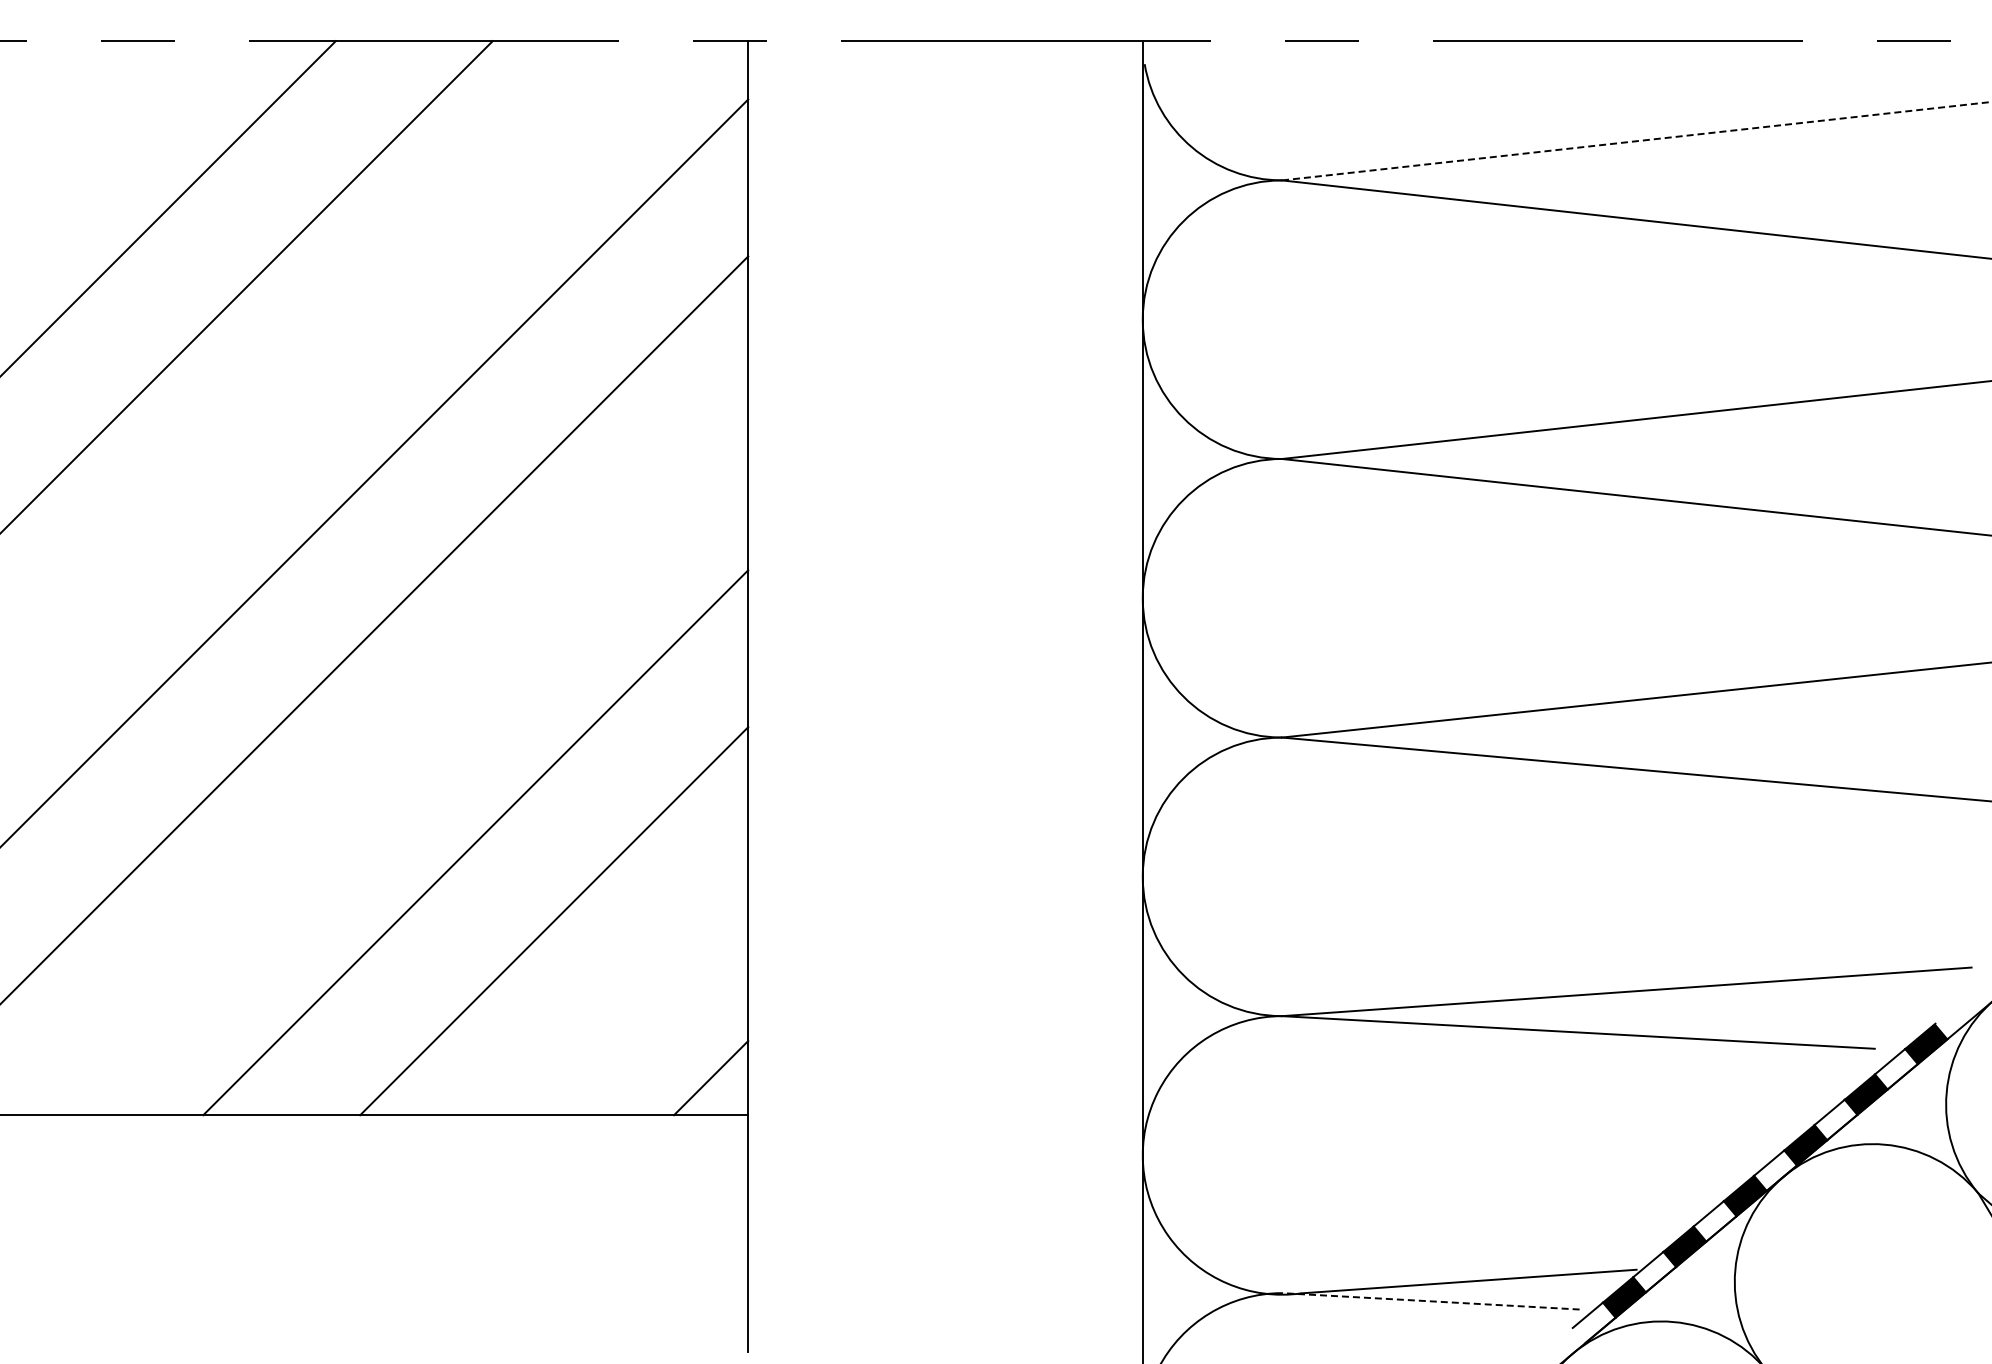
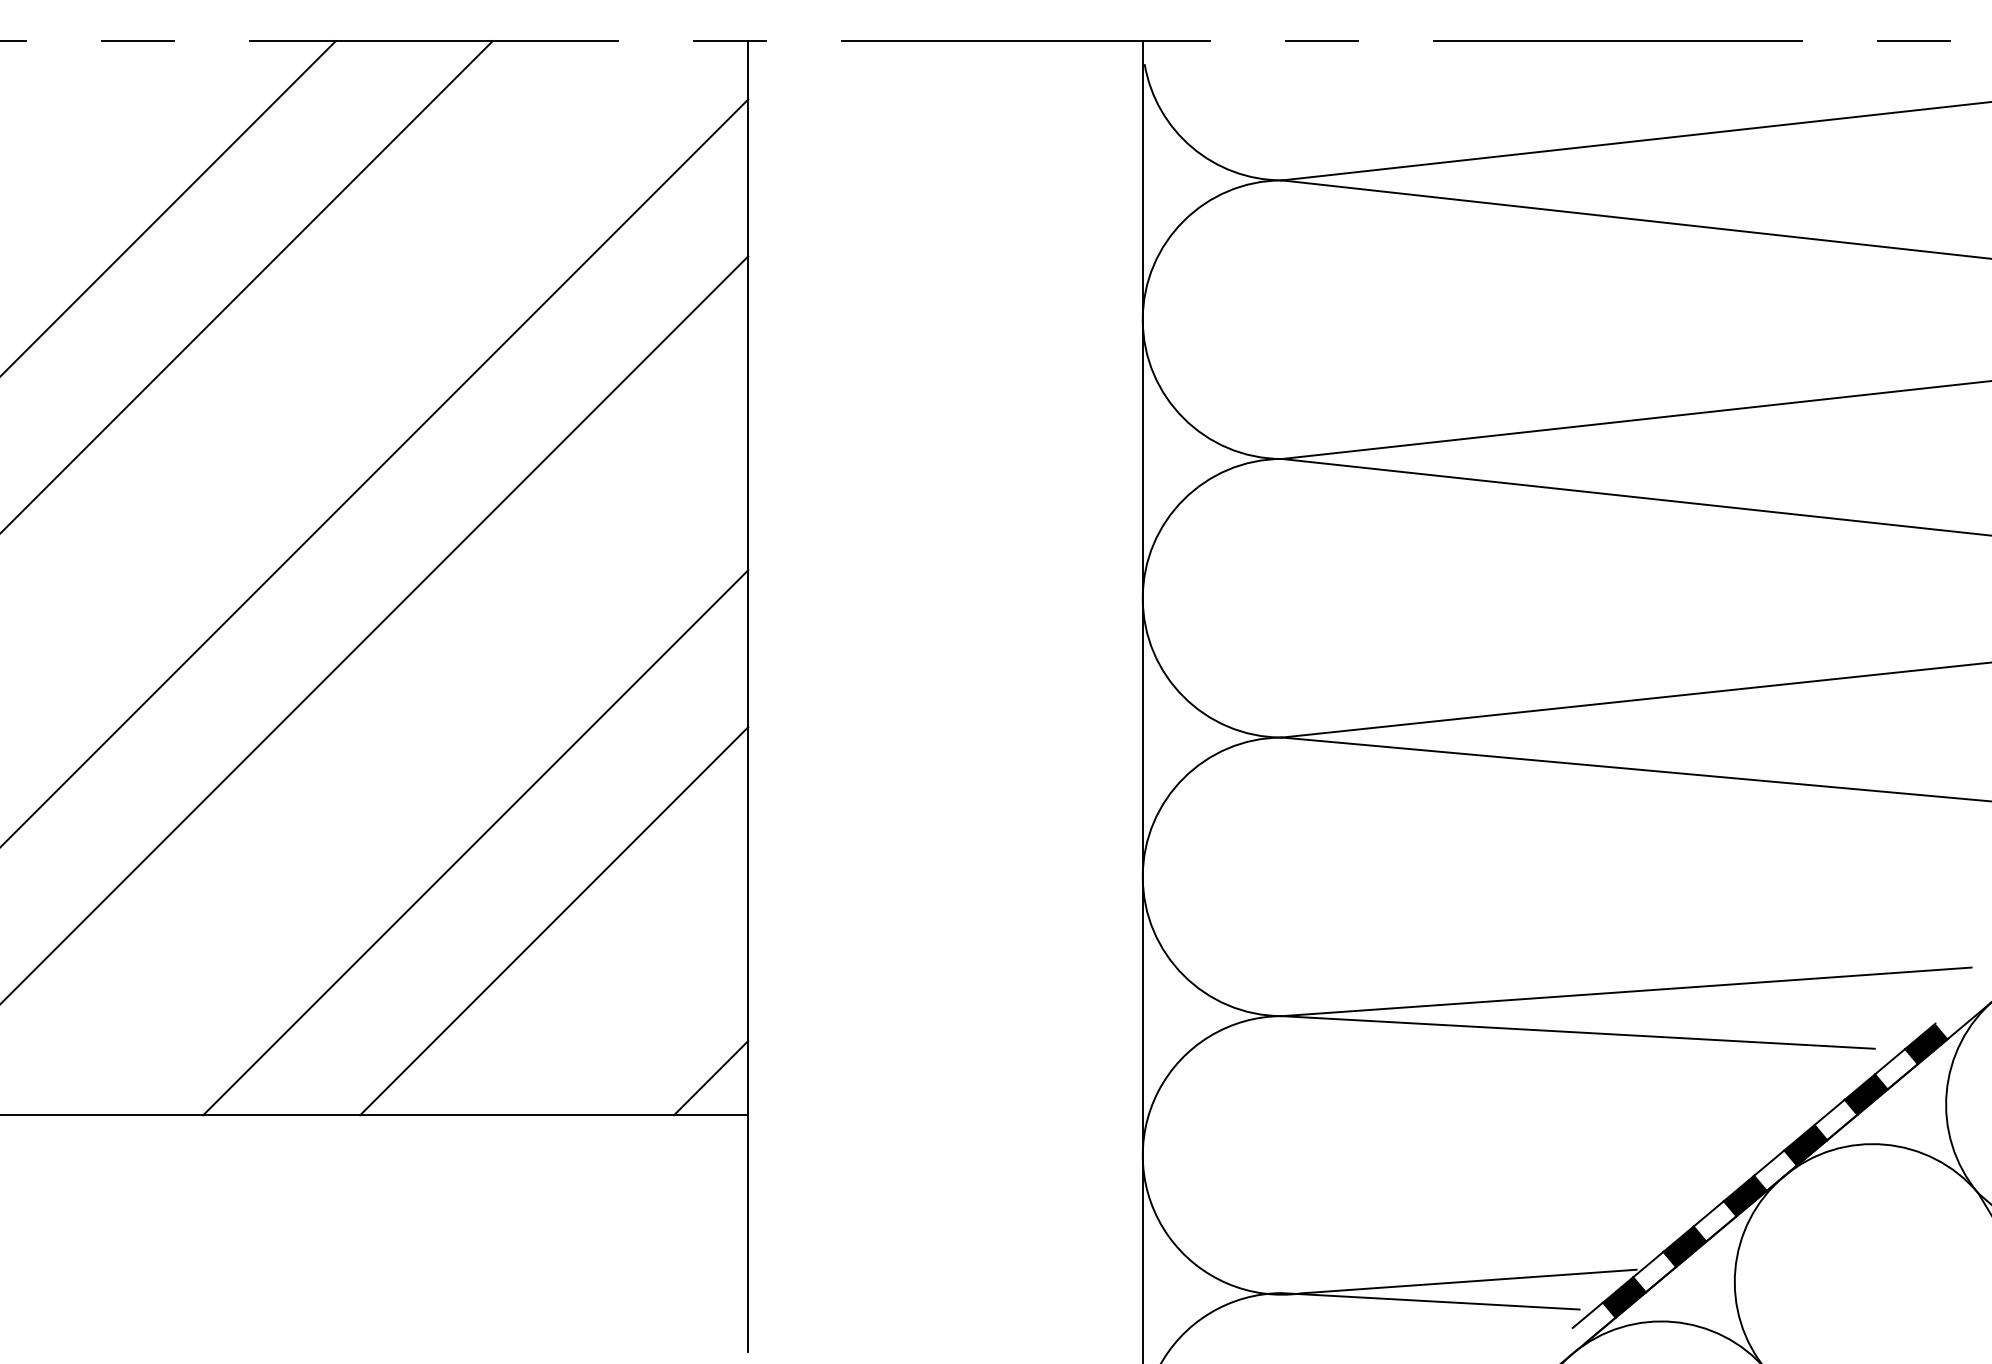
line at (1636, 141): dashed -> solid
line at (1430, 1301): dashed -> solid
